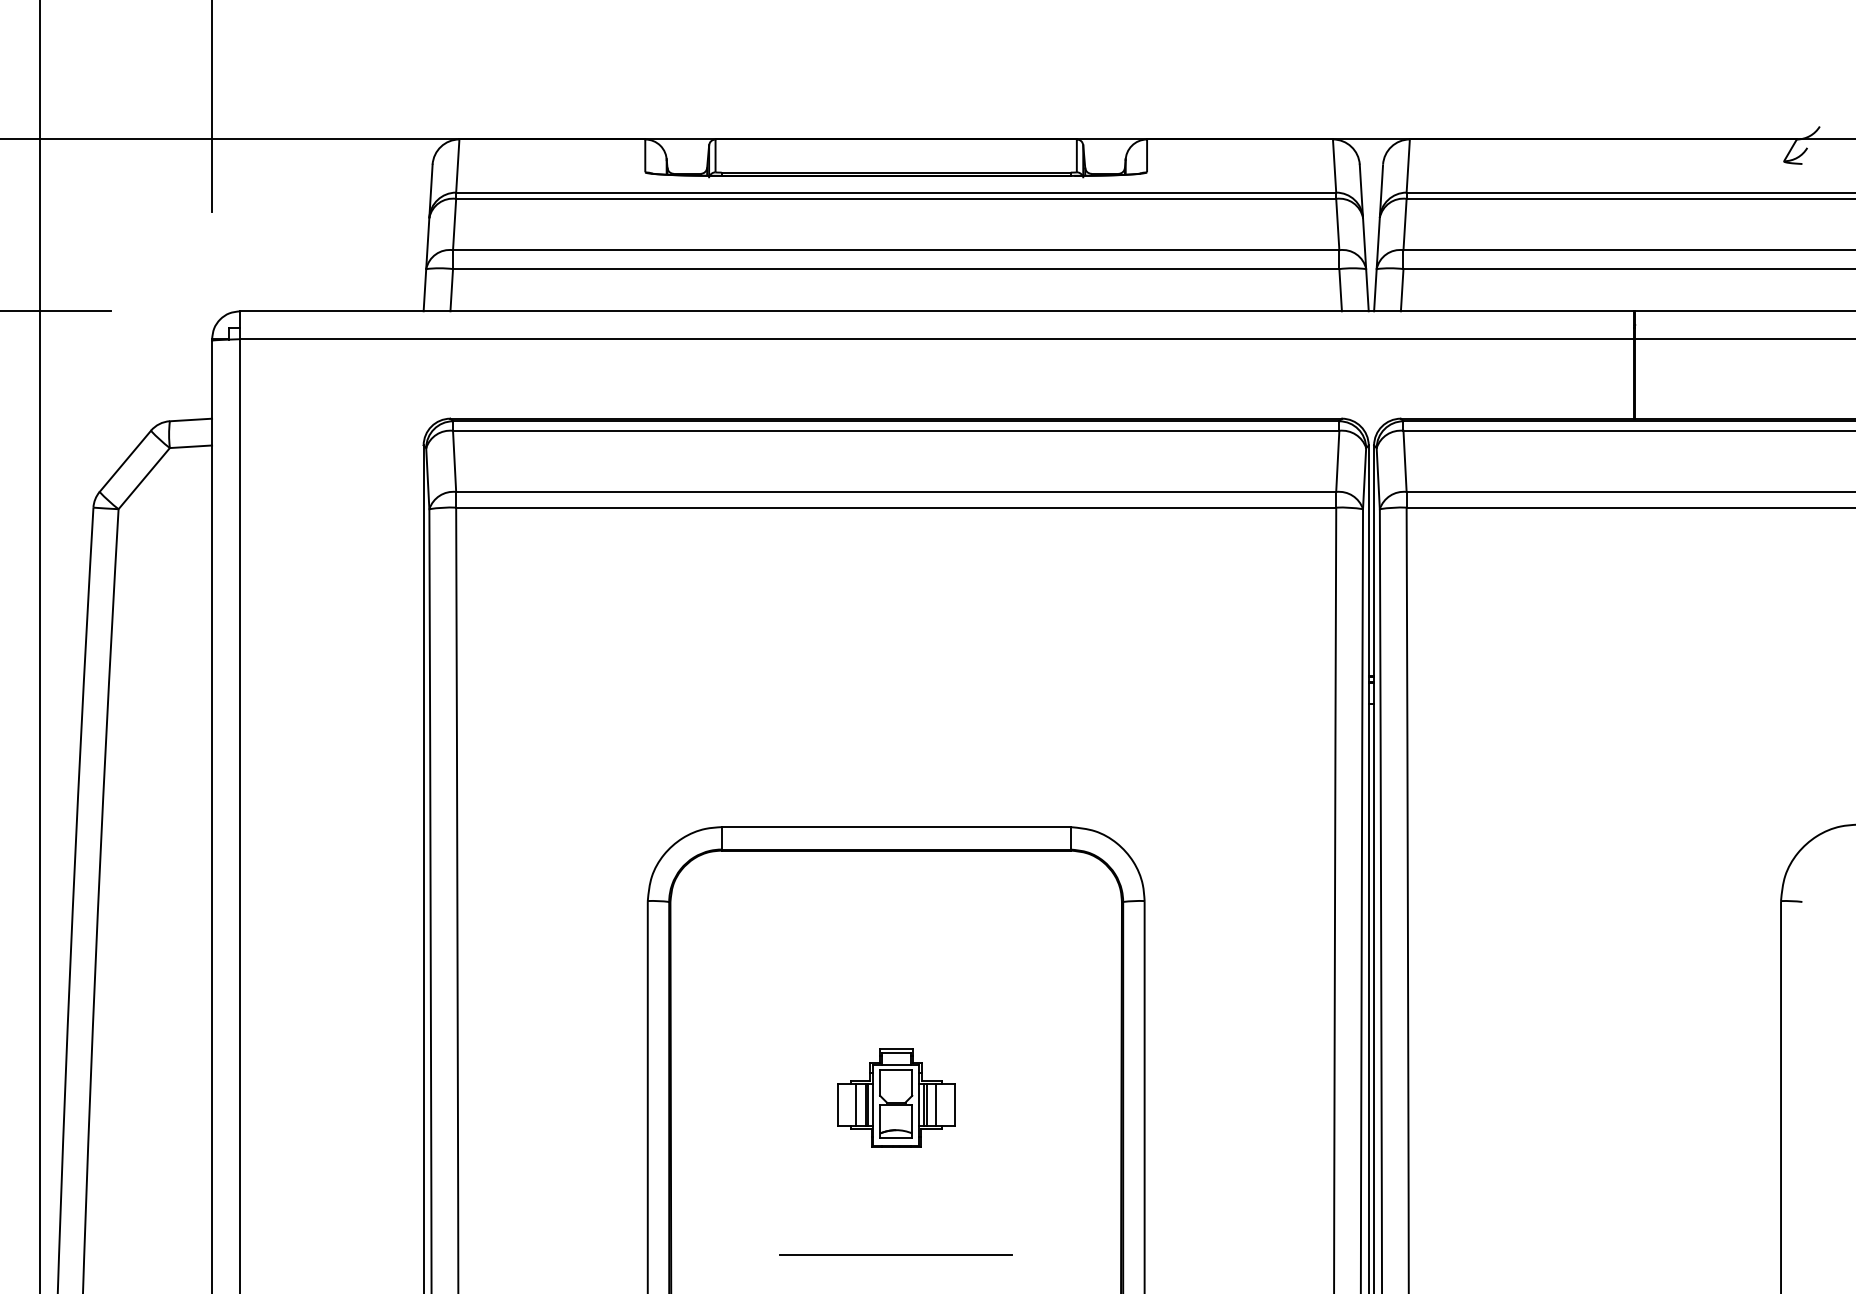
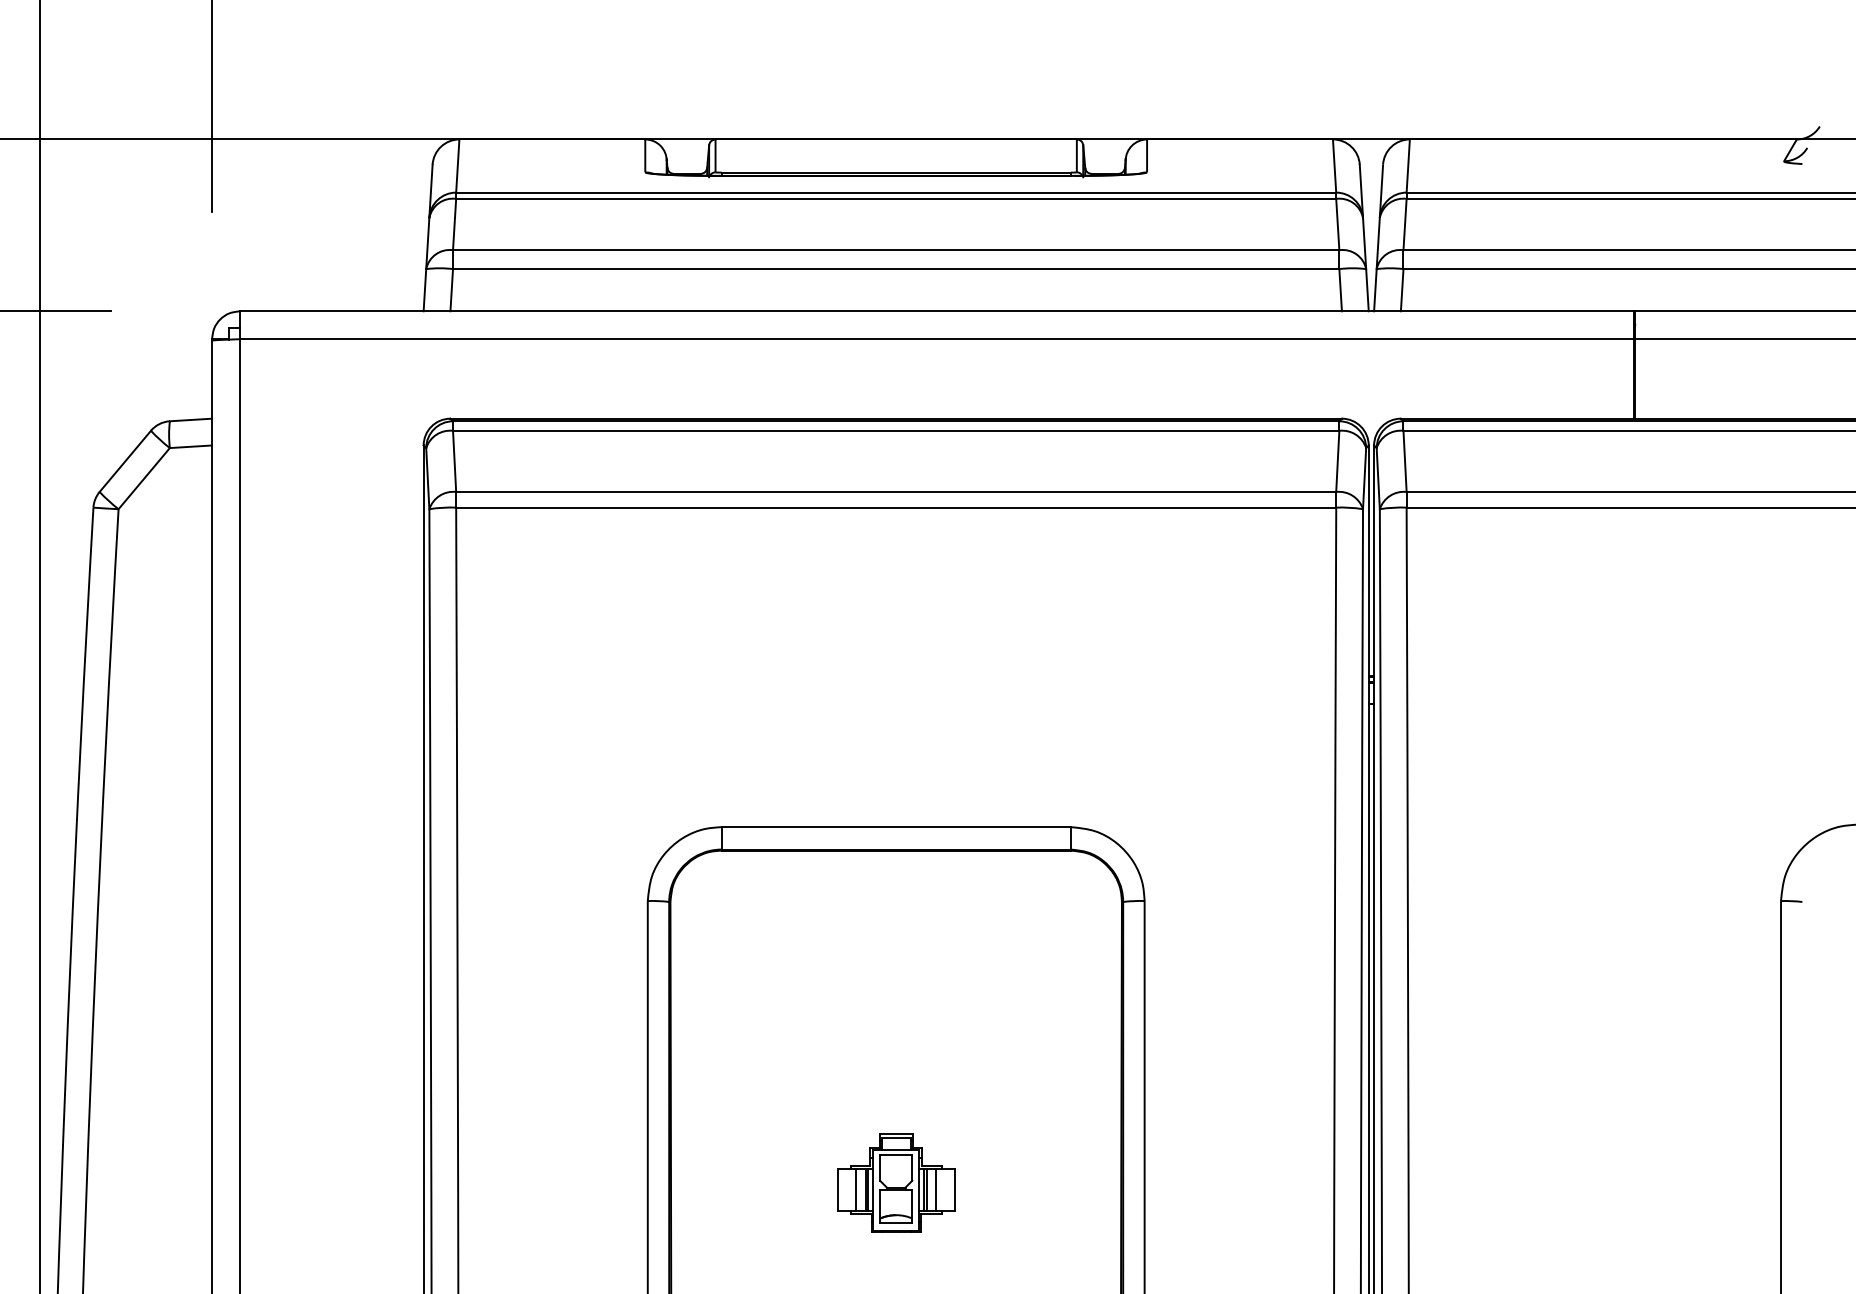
part at (896, 1097) position: (896, 1097) -> (896, 1182)
line at (896, 1255): present -> none
